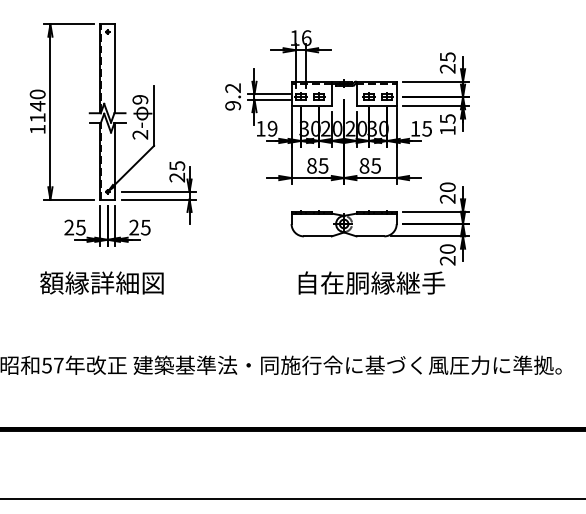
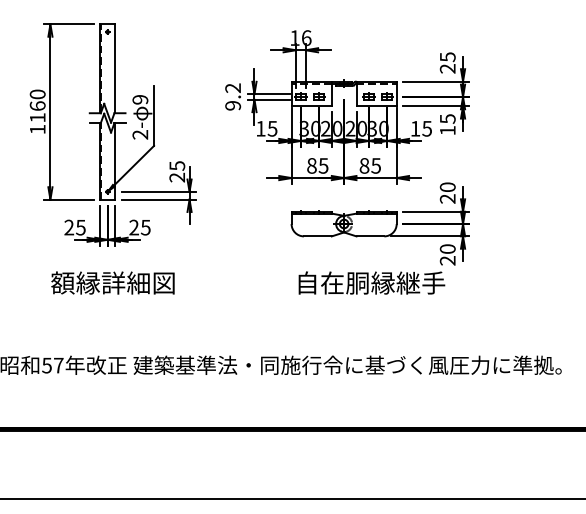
text at (37, 106): 1140 -> 1160
text at (272, 128): 19 -> 15
text at (101, 282) position: (101, 282) -> (112, 282)
